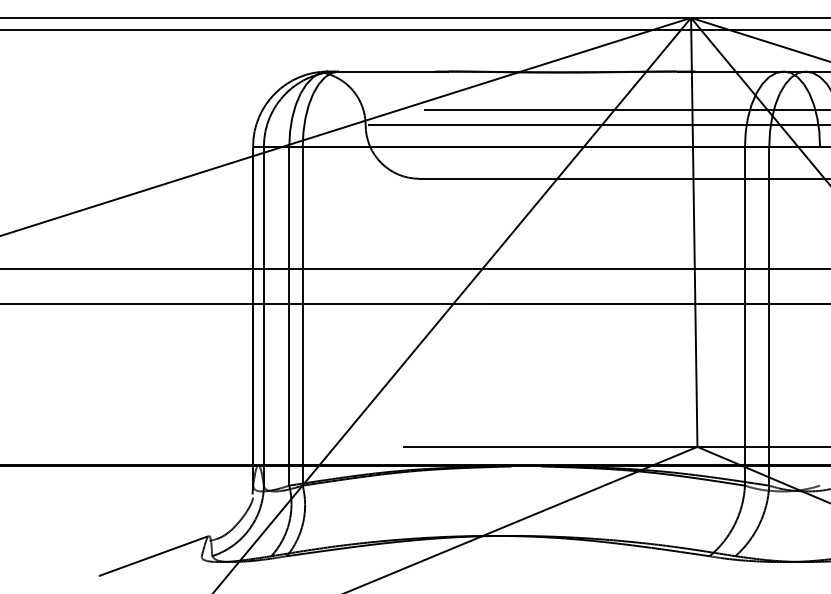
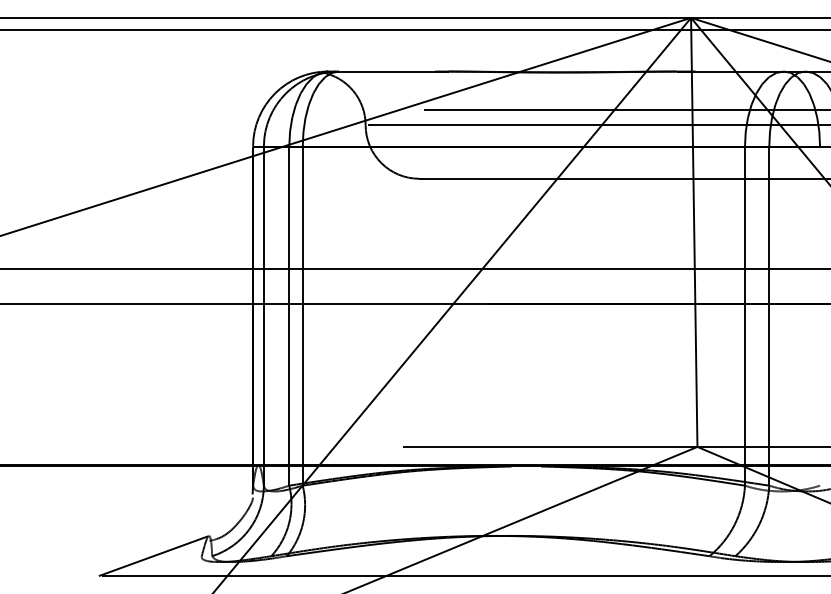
line at (464, 576): none -> present
